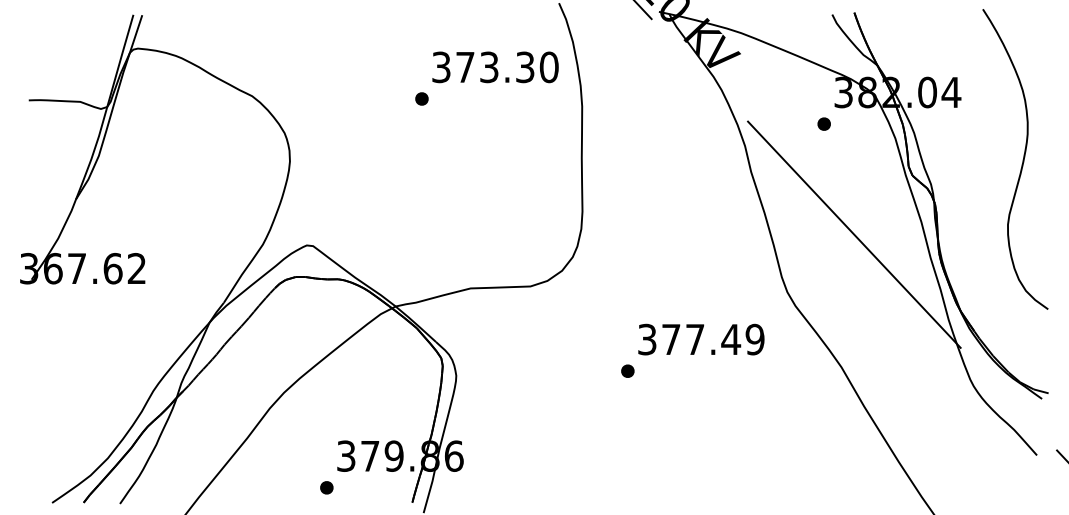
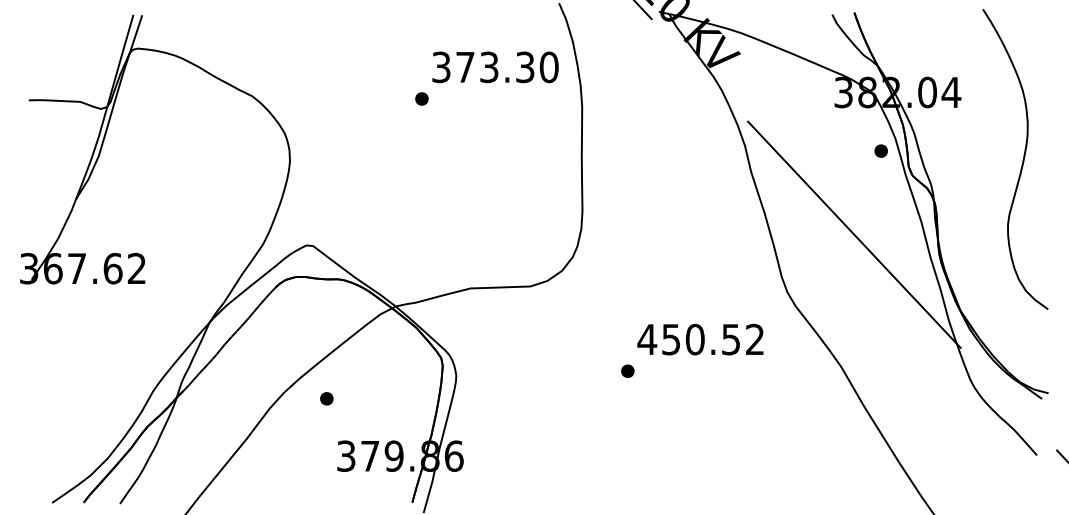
part at (823, 123) position: (823, 123) -> (880, 150)
text at (700, 339): 377.49 -> 450.52
part at (326, 487) position: (326, 487) -> (326, 398)
